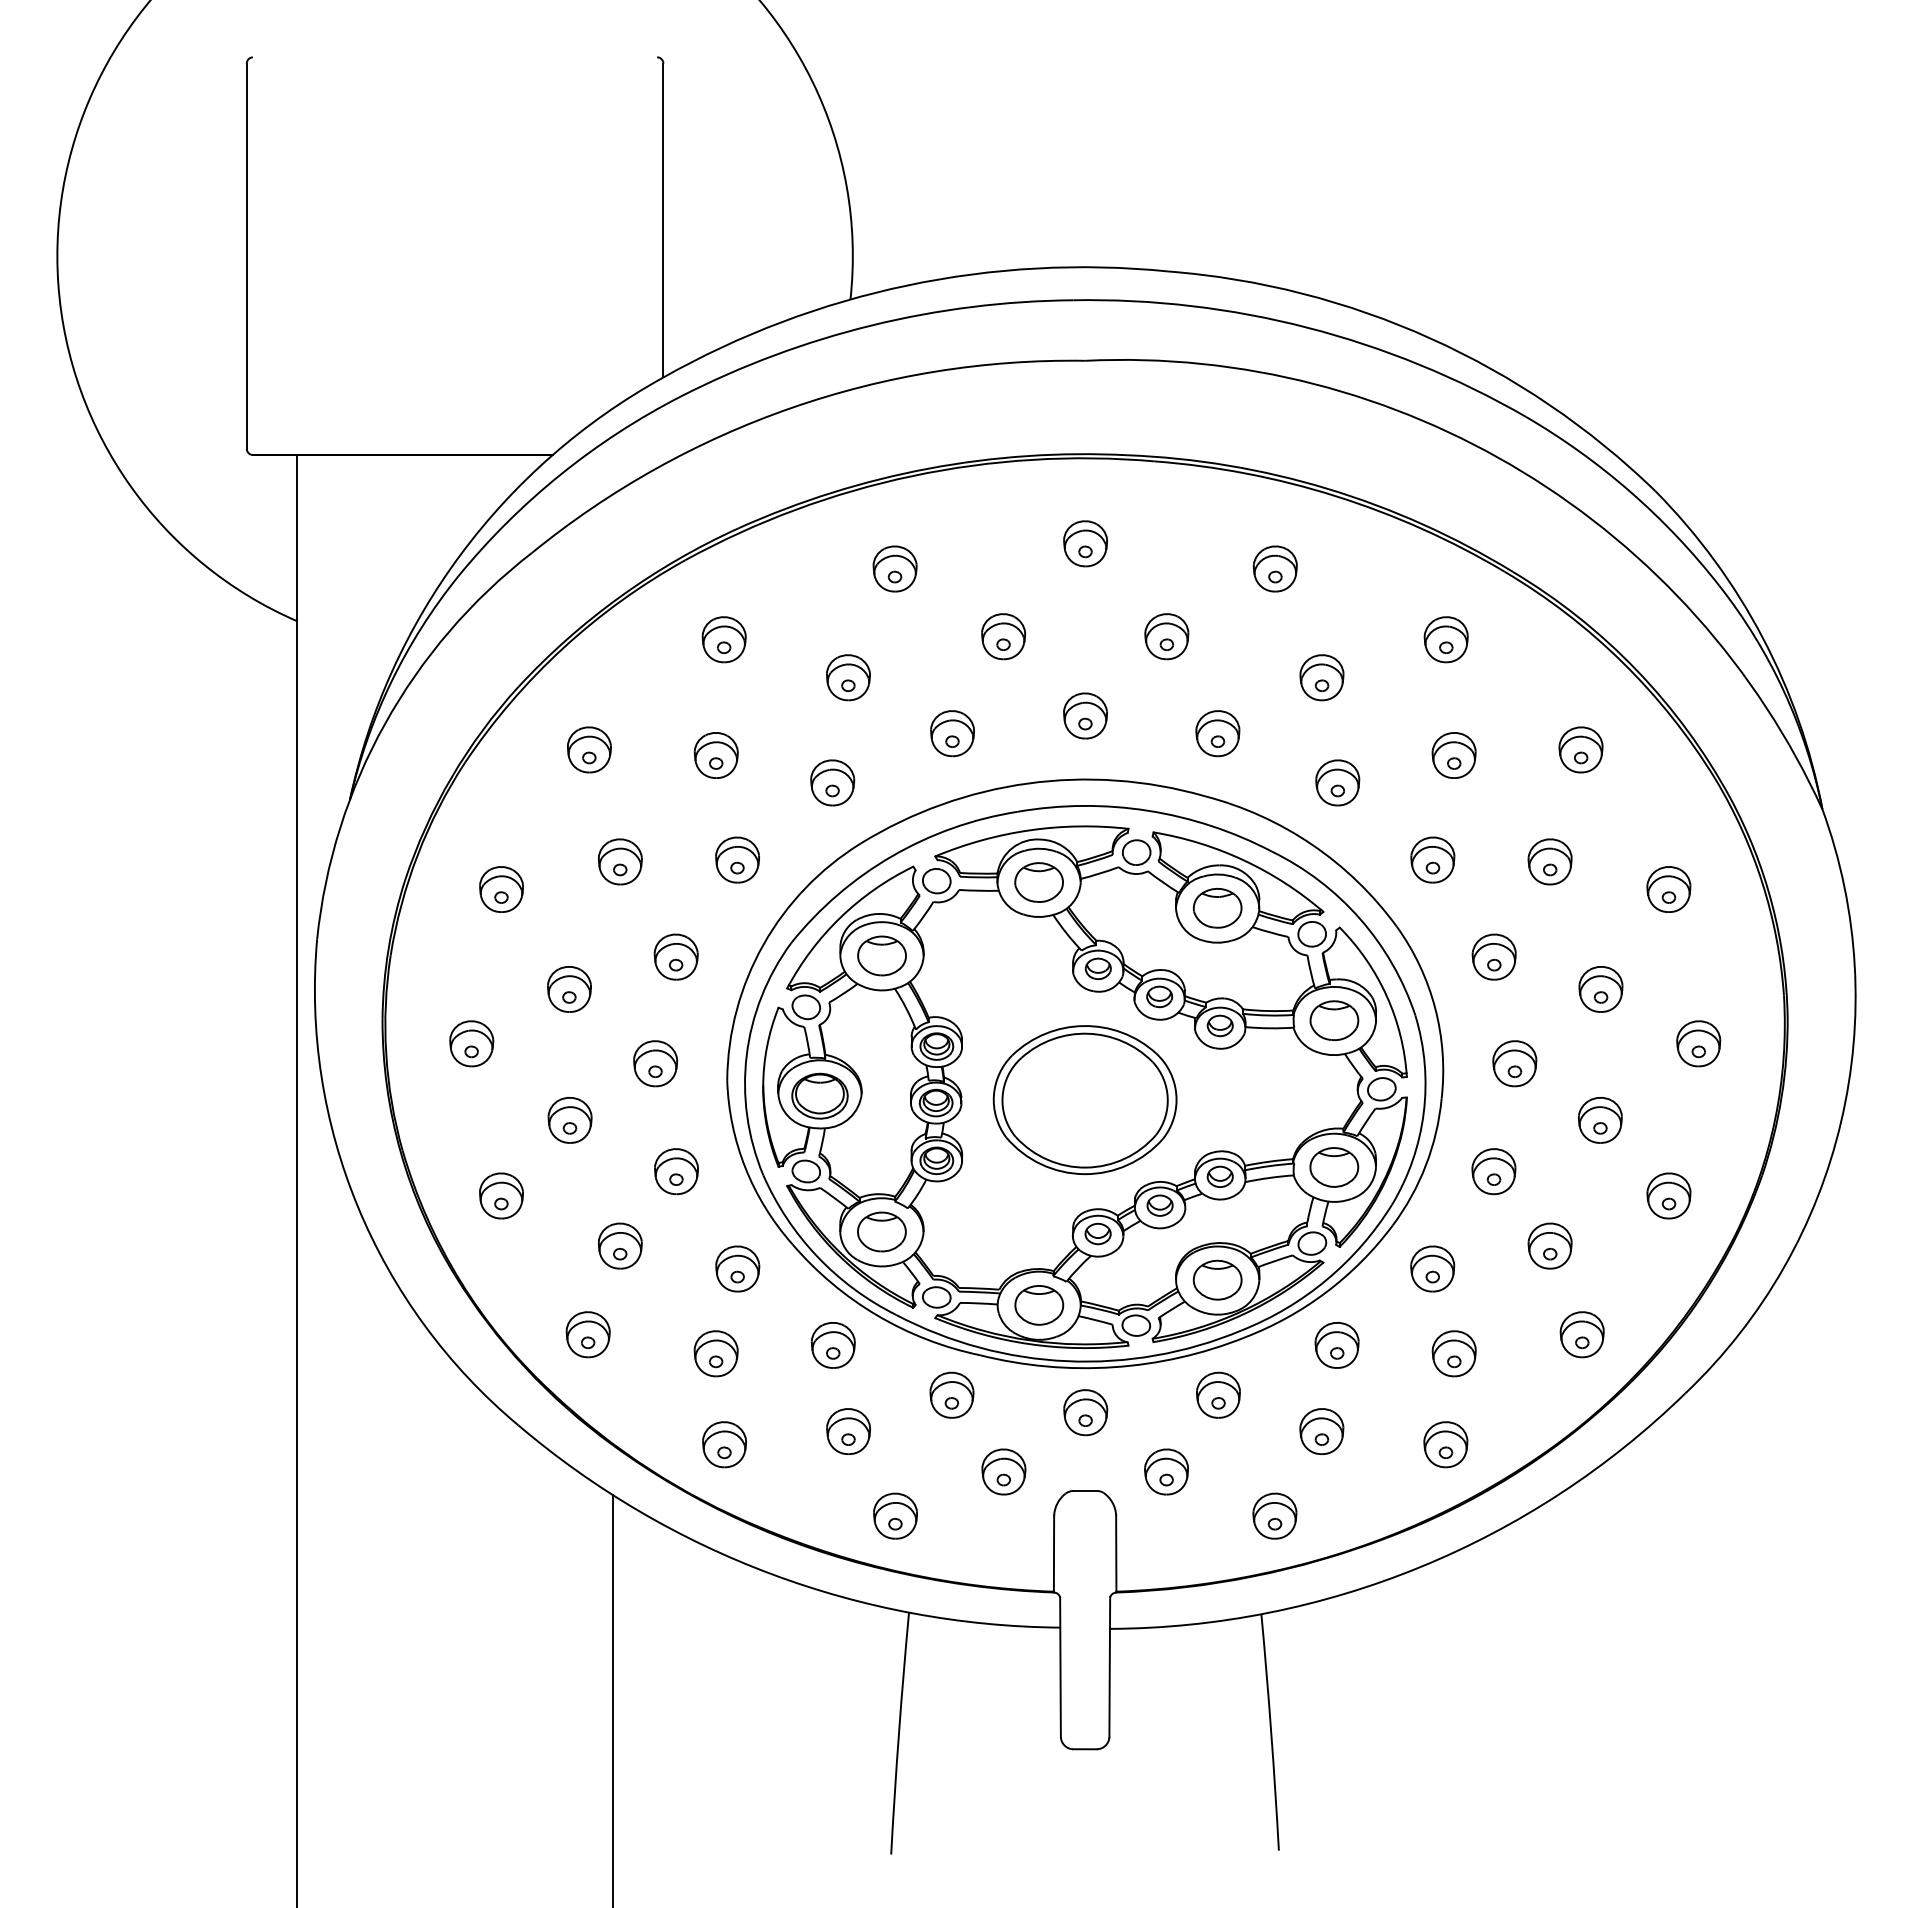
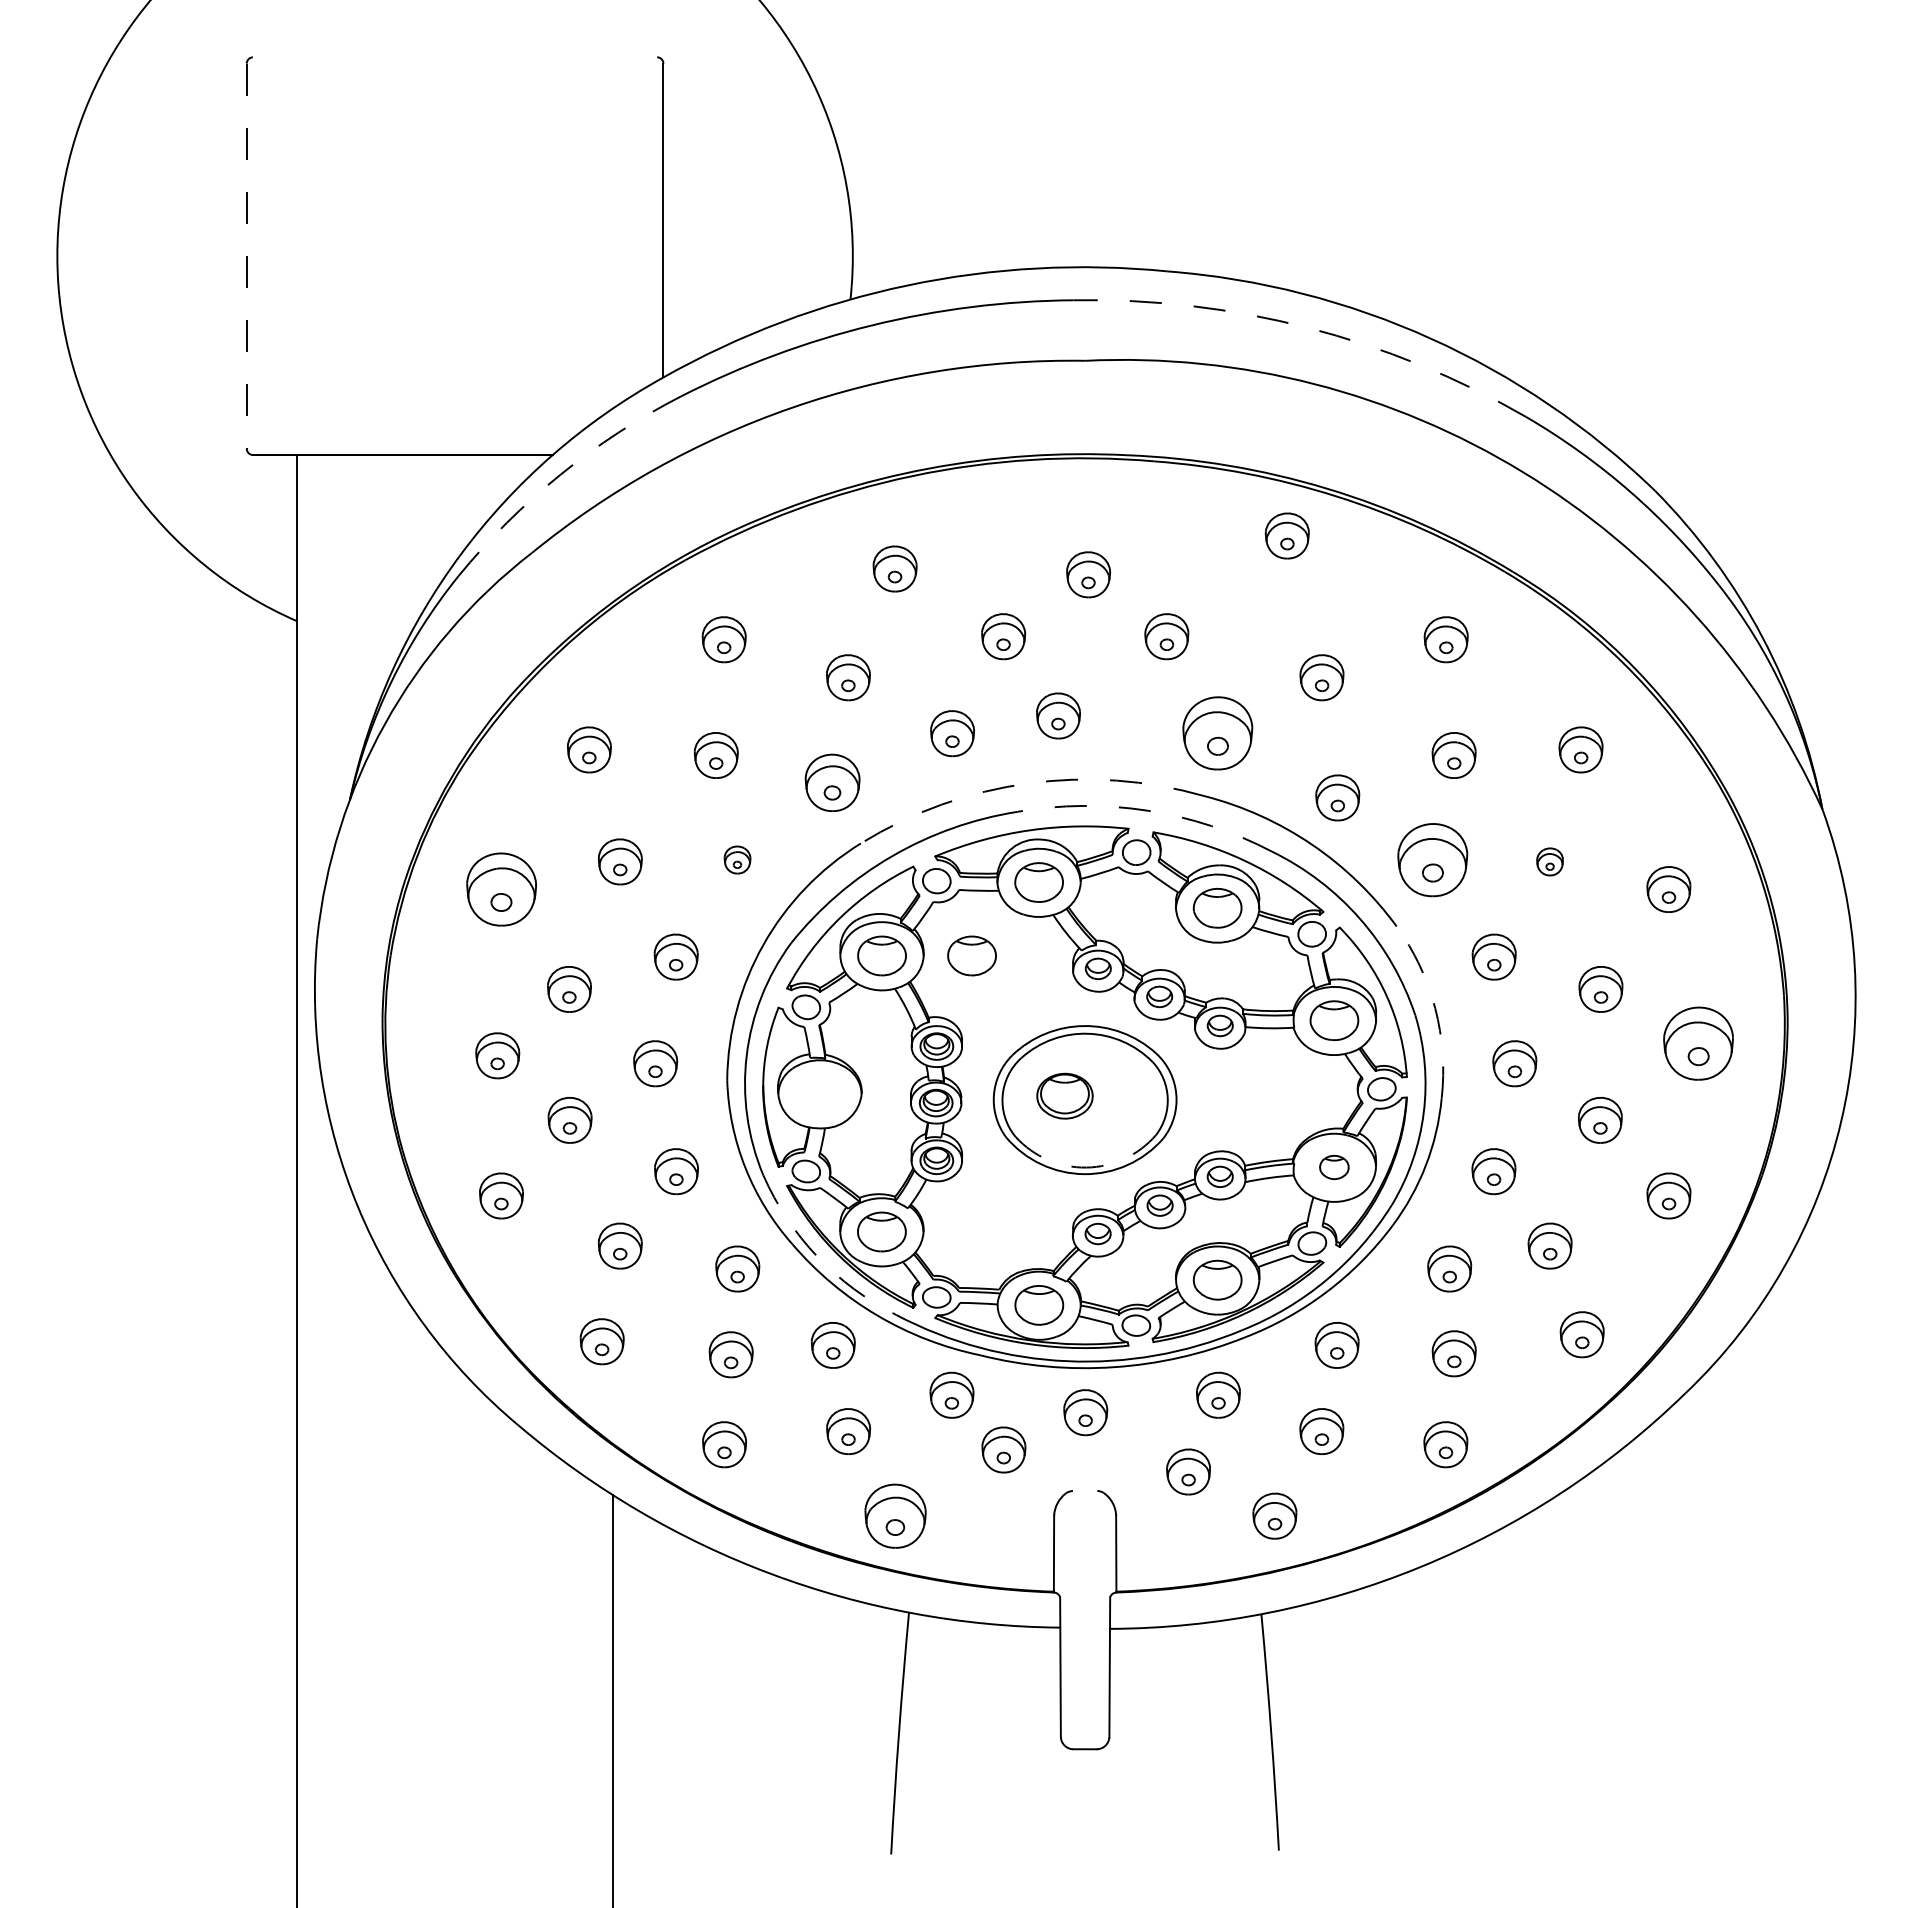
line at (246, 256): solid -> dashed
arc at (1307, 327): solid -> dashed
arc at (560, 474): solid -> dashed
part at (1085, 543) position: (1085, 543) -> (1088, 574)
part at (1274, 568) position: (1274, 568) -> (1286, 535)
part at (1085, 715) position: (1085, 715) -> (1058, 715)
part at (1217, 733) size: 46x48 px -> 72x75 px
part at (832, 782) size: 46x48 px -> 57x59 px
part at (1337, 782) position: (1337, 782) -> (1337, 797)
arc at (1027, 783): solid -> dashed
arc at (1148, 810): solid -> dashed
part at (737, 859) size: 45x48 px -> 29x30 px
part at (1432, 859) size: 46x48 px -> 72x75 px
part at (1549, 861) size: 46x48 px -> 28x30 px
part at (501, 889) size: 45x47 px -> 71x75 px
part at (971, 955): none -> present
arc at (1435, 1008): solid -> dashed
part at (471, 1043) position: (471, 1043) -> (497, 1055)
part at (1698, 1043) size: 46x48 px -> 71x75 px
part at (819, 1095) position: (819, 1095) -> (1064, 1095)
arc at (1086, 1167): solid -> dashed
part at (1334, 1167) size: 51x41 px -> 31x26 px
arc at (817, 1256): solid -> dashed
part at (1432, 1268) position: (1432, 1268) -> (1449, 1268)
part at (587, 1334) position: (587, 1334) -> (601, 1341)
part at (715, 1353) position: (715, 1353) -> (730, 1354)
part at (1003, 1471) position: (1003, 1471) -> (1003, 1449)
part at (1166, 1471) position: (1166, 1471) -> (1188, 1471)
line at (1084, 1490): present -> none
part at (895, 1515) size: 45x48 px -> 63x66 px
